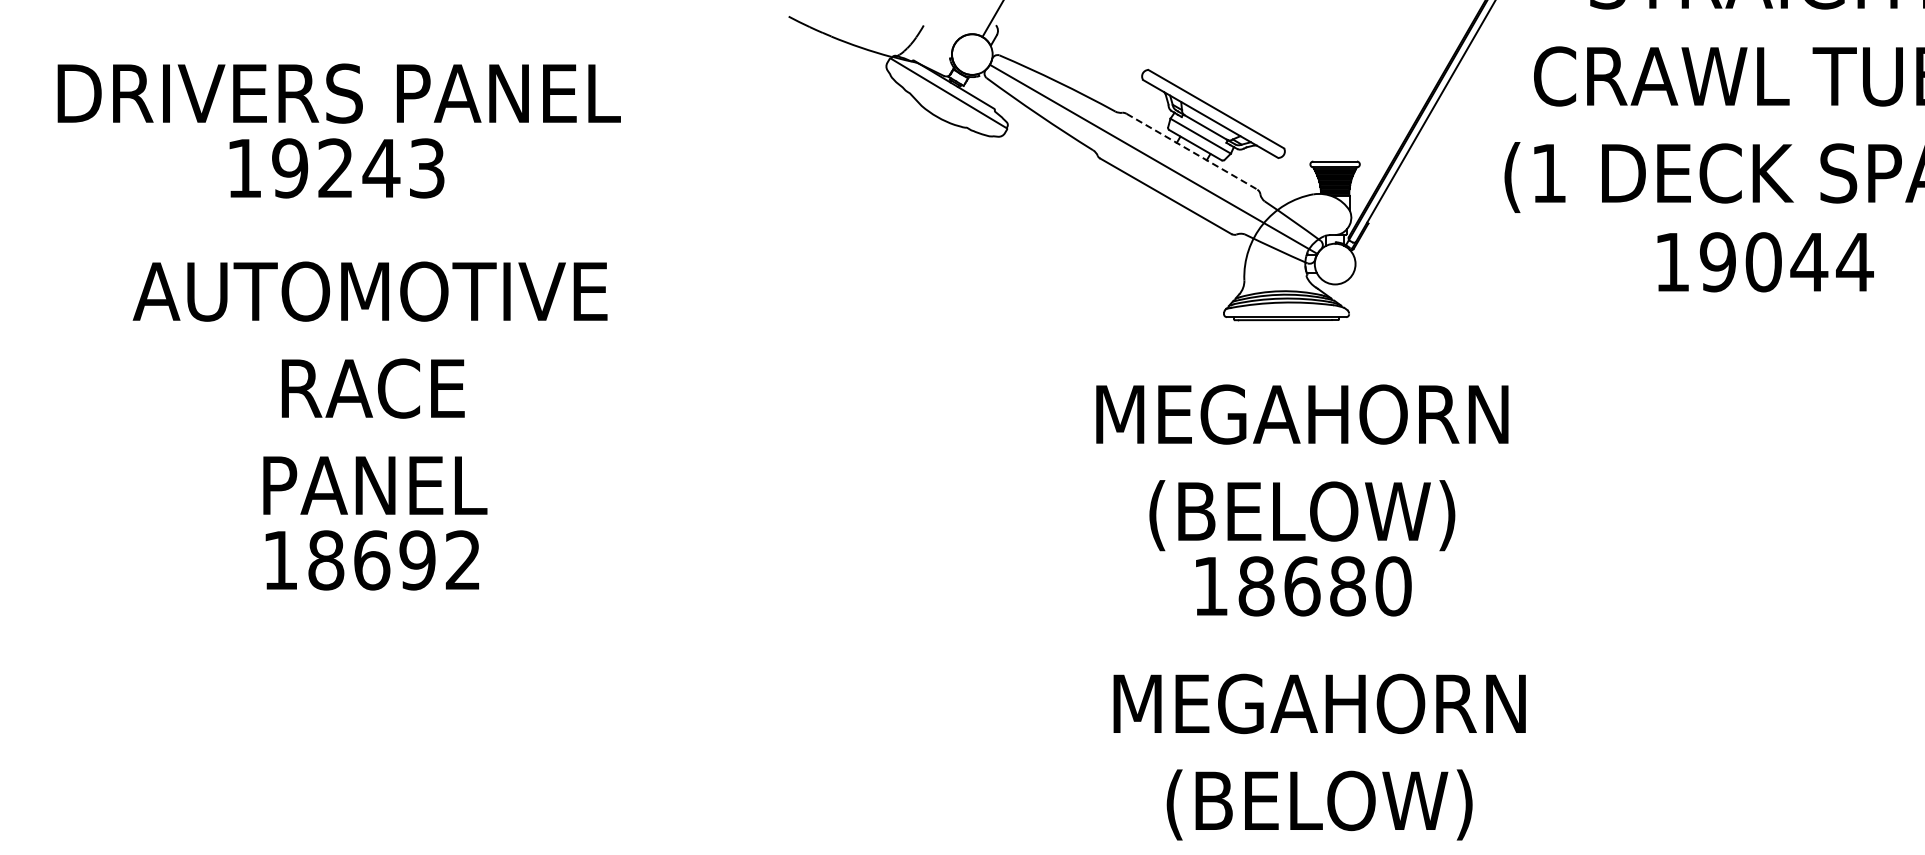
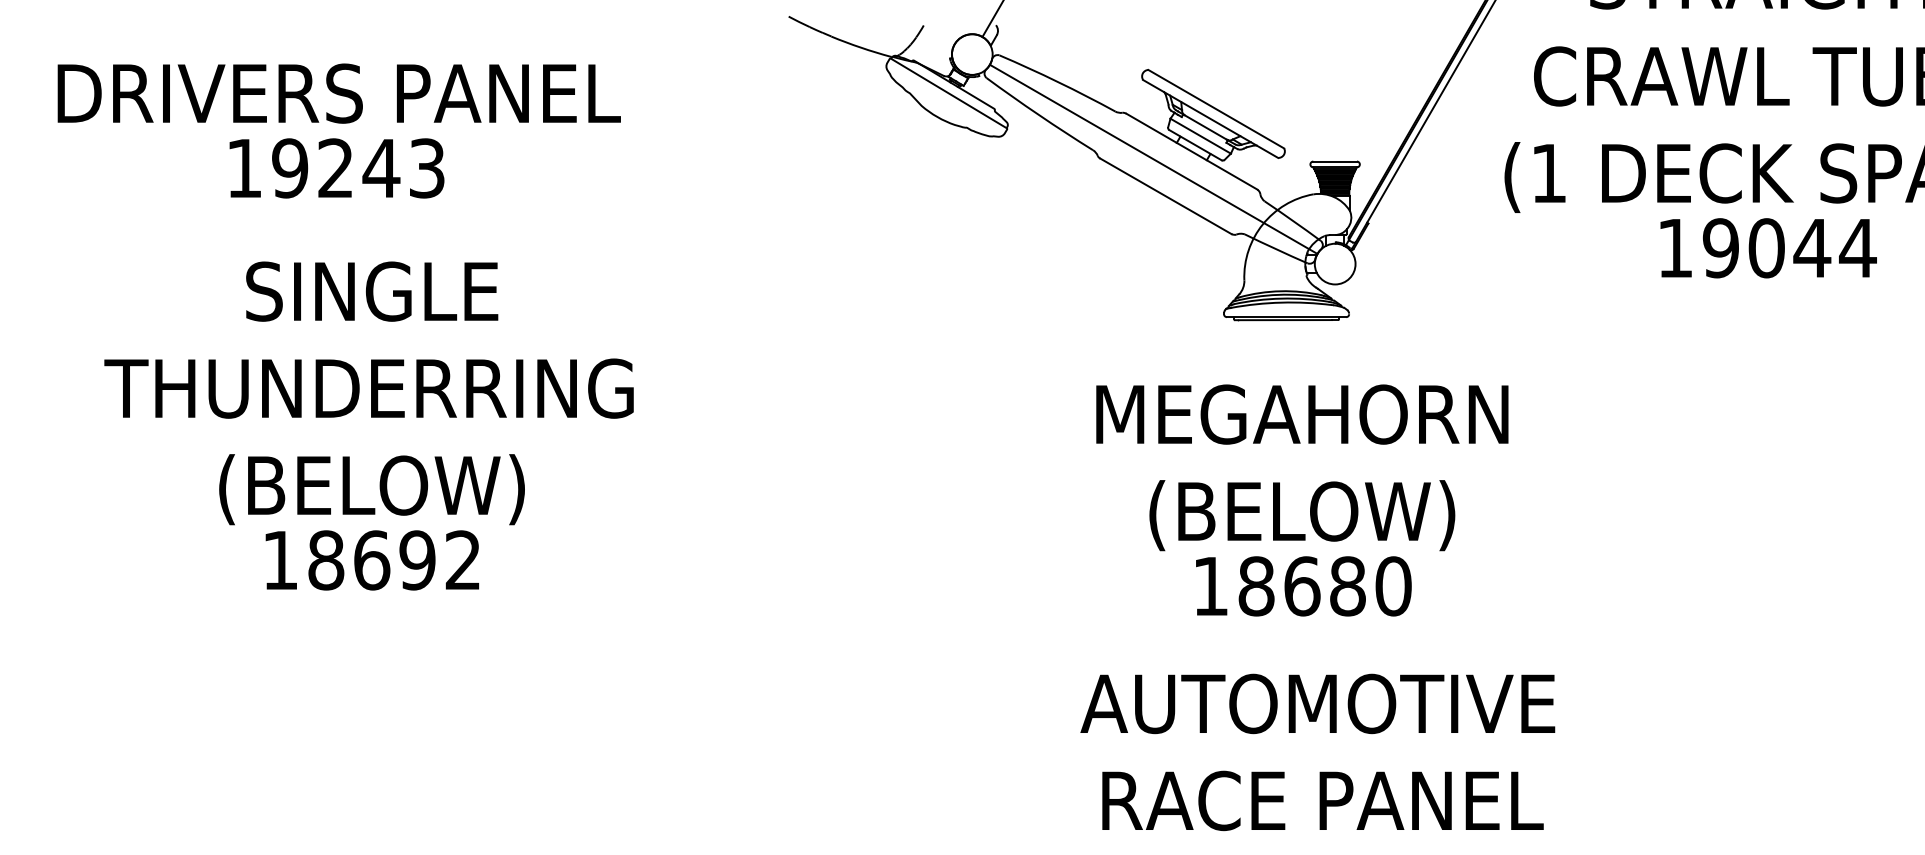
line at (1192, 151): dashed -> solid
text at (1765, 262) position: (1765, 262) -> (1768, 248)
text at (368, 393): AUTOMOTIVE RACE PANEL -> SINGLE THUNDERRING (BELOW)
text at (1317, 756): MEGAHORN (BELOW) -> AUTOMOTIVE RACE PANEL
